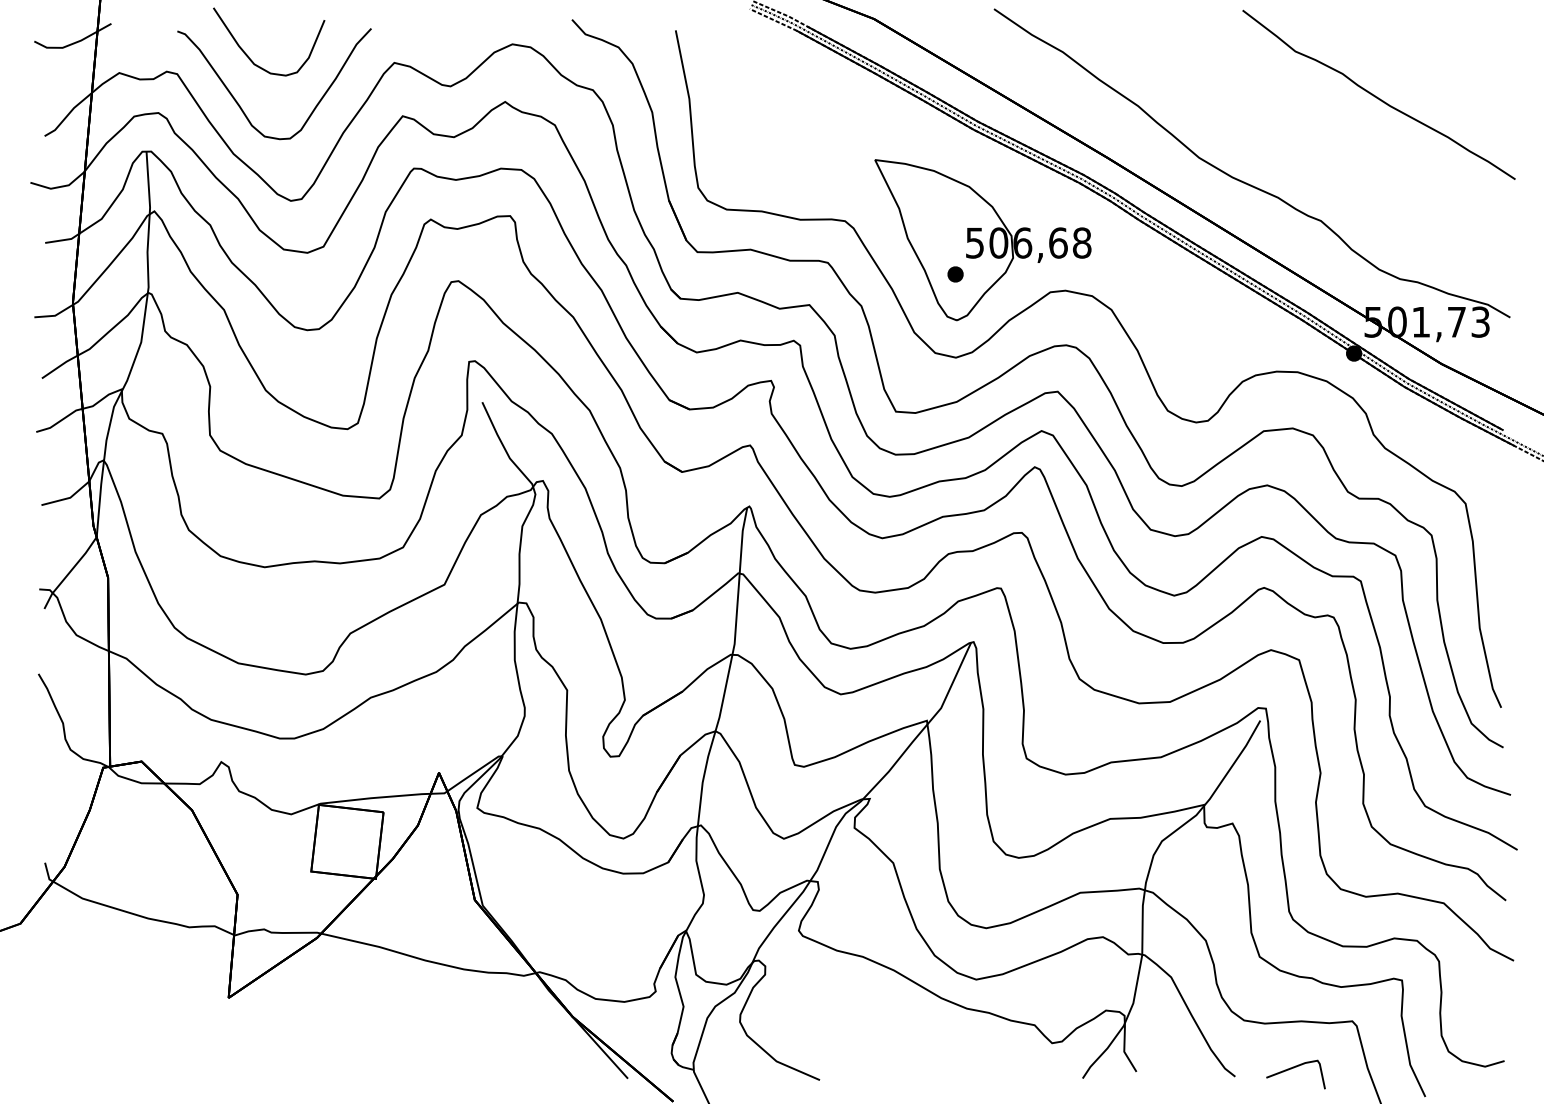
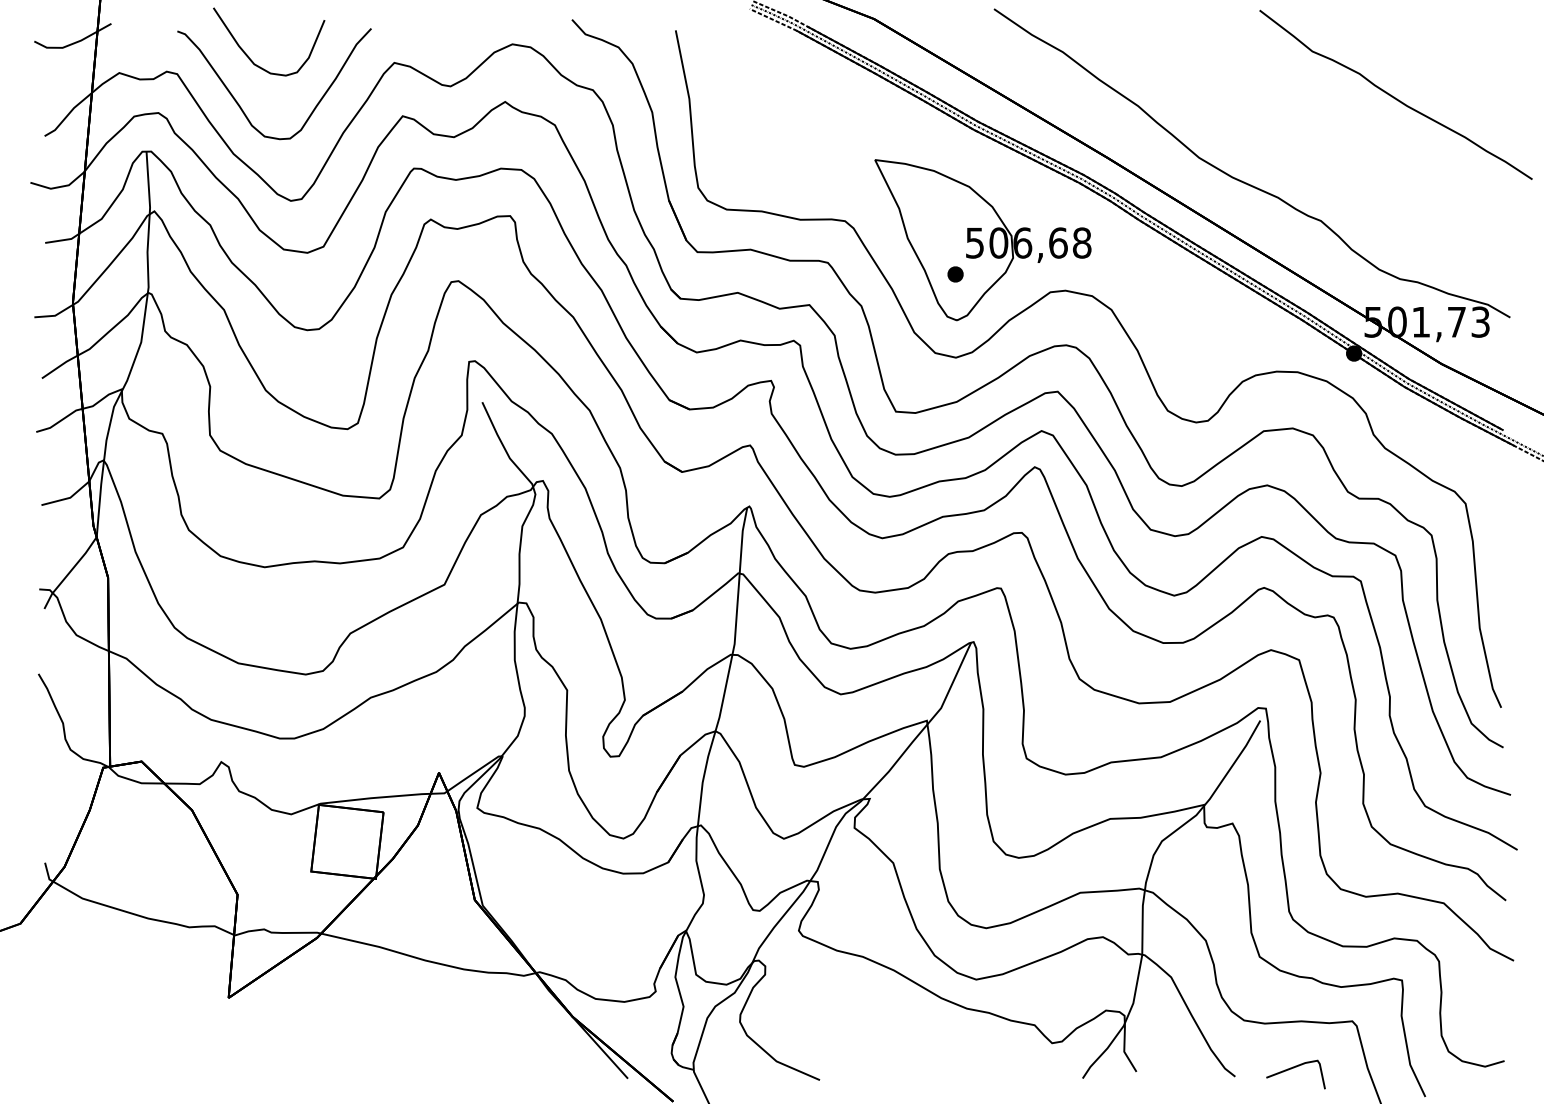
curve at (1377, 96) position: (1377, 96) -> (1394, 96)
